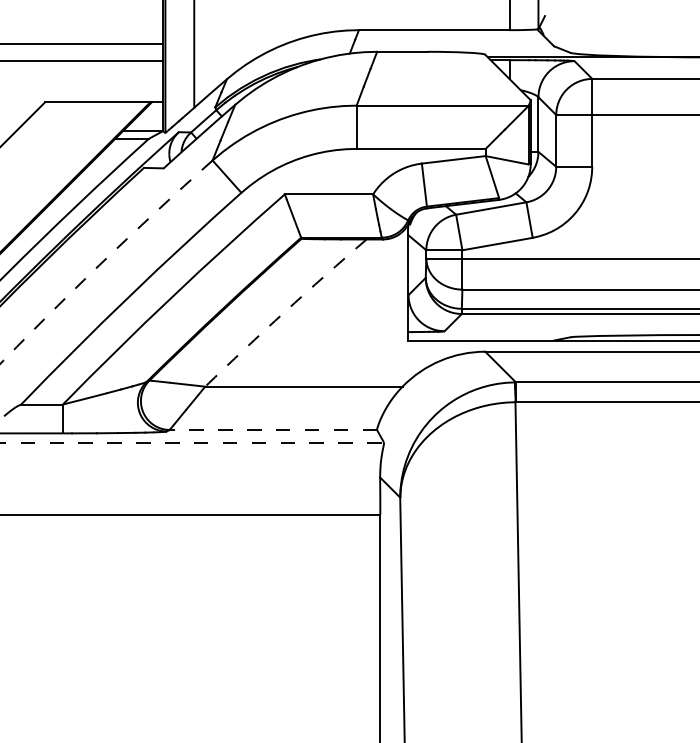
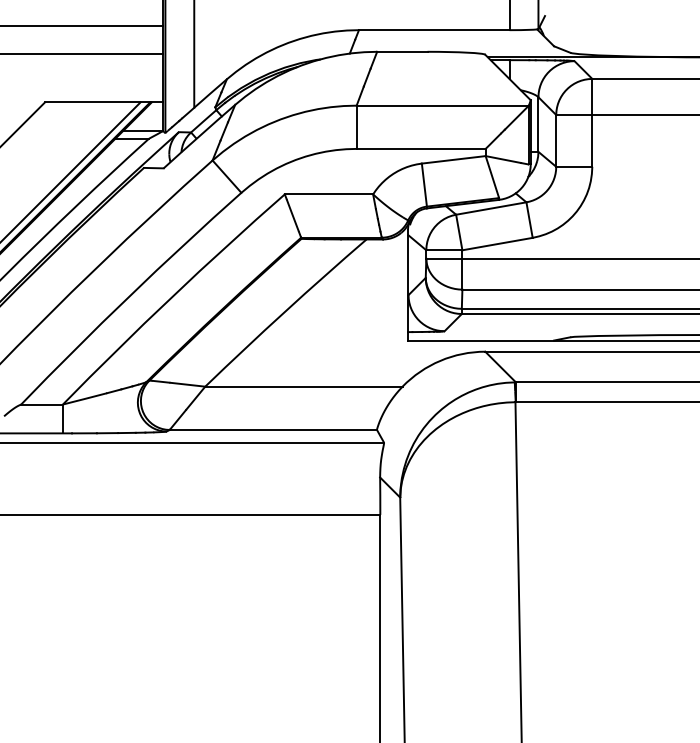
line at (82, 43) position: (82, 43) -> (82, 25)
line at (82, 61) position: (82, 61) -> (82, 54)
line at (71, 171): none -> present
arc at (104, 260): dashed -> solid
arc at (284, 311): dashed -> solid
line at (273, 429): dashed -> solid
line at (192, 442): dashed -> solid
